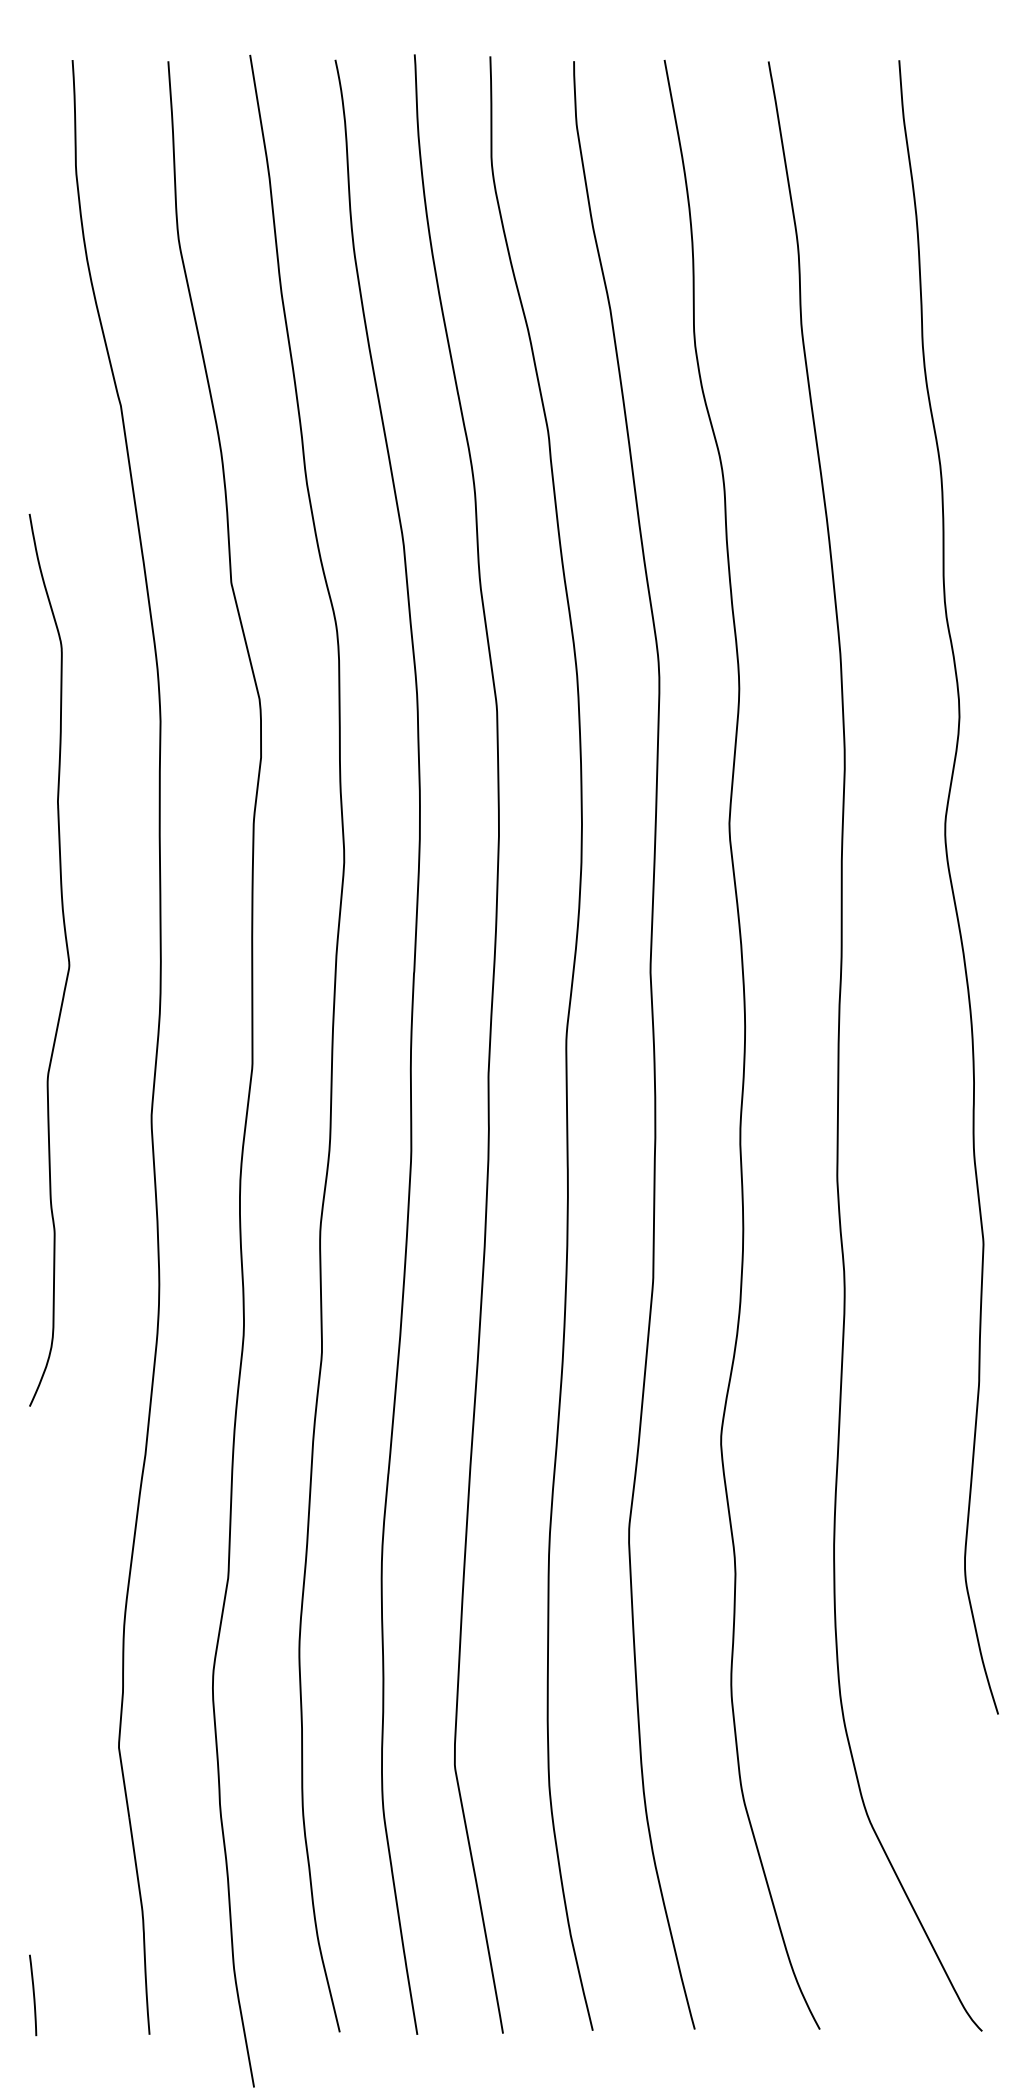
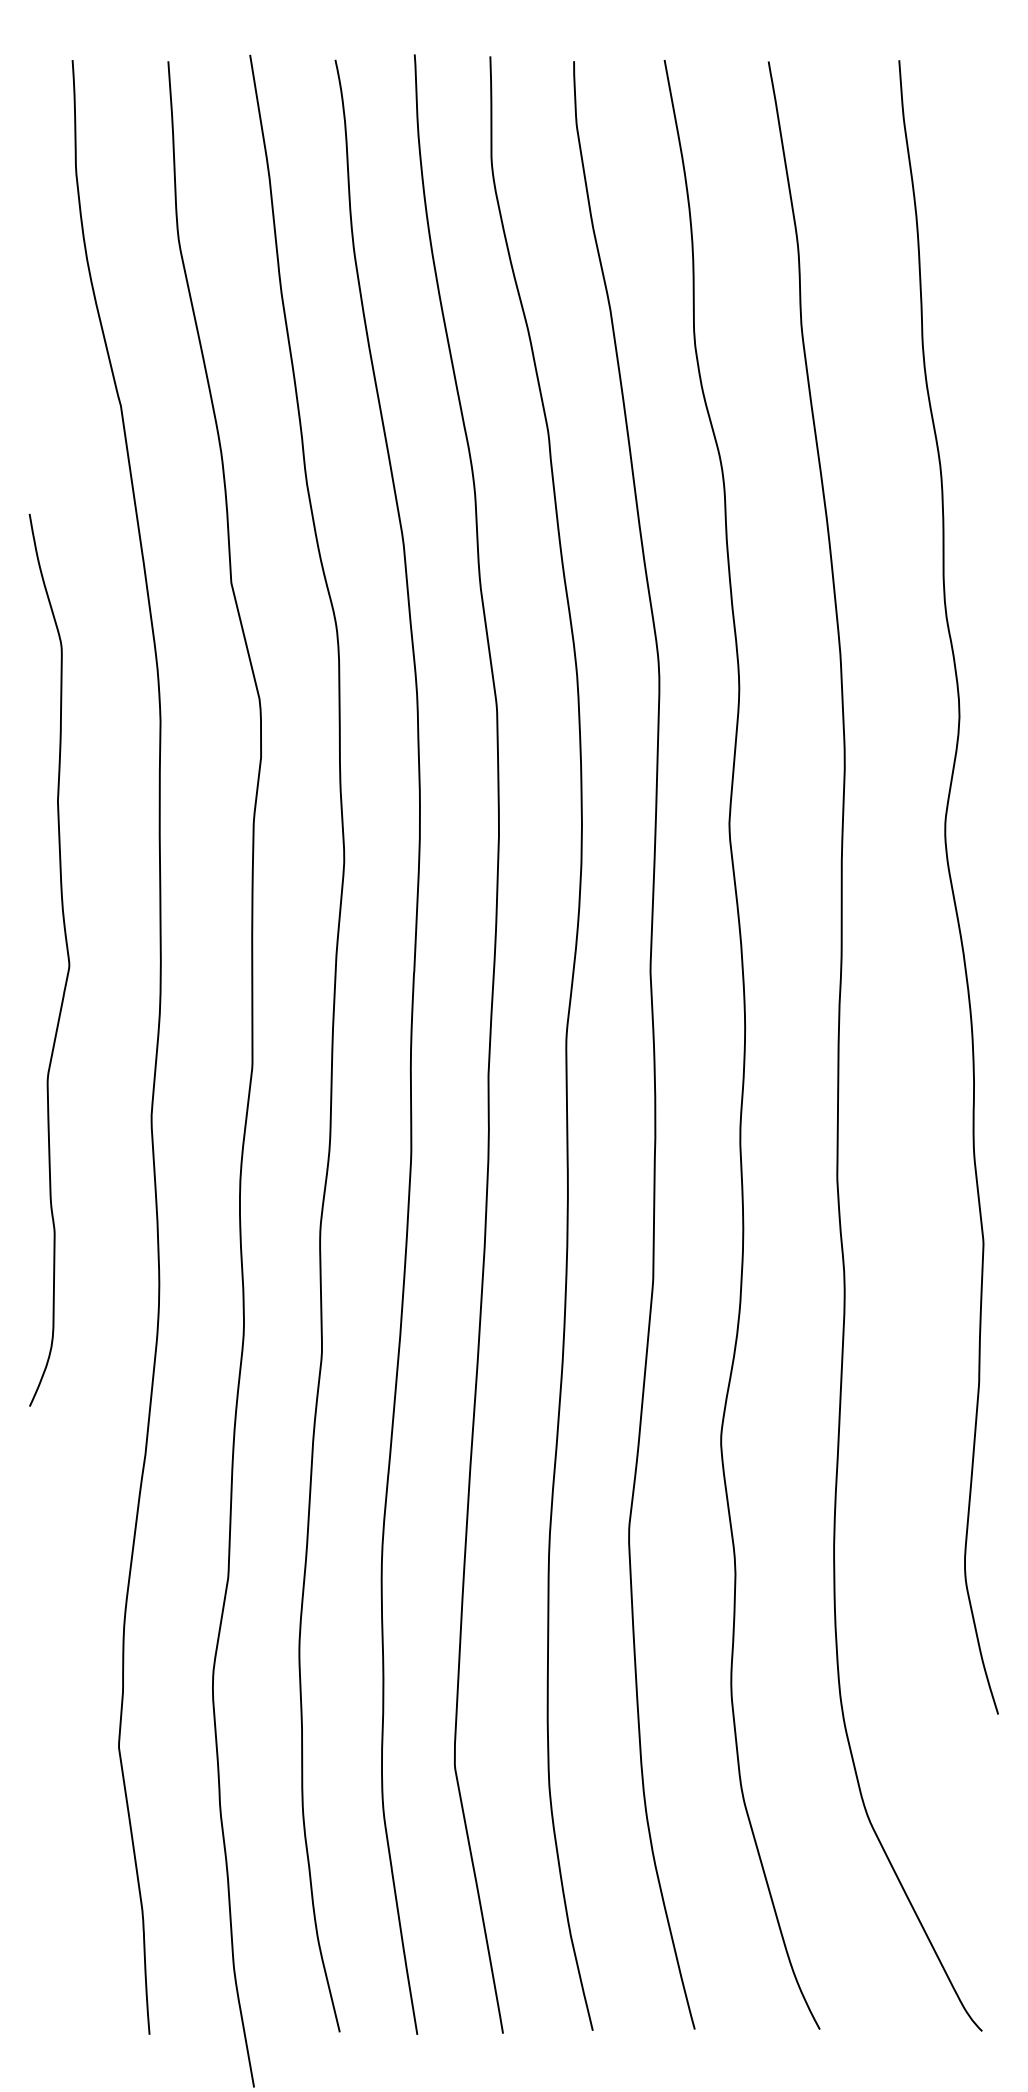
line at (33, 1995): present -> none
